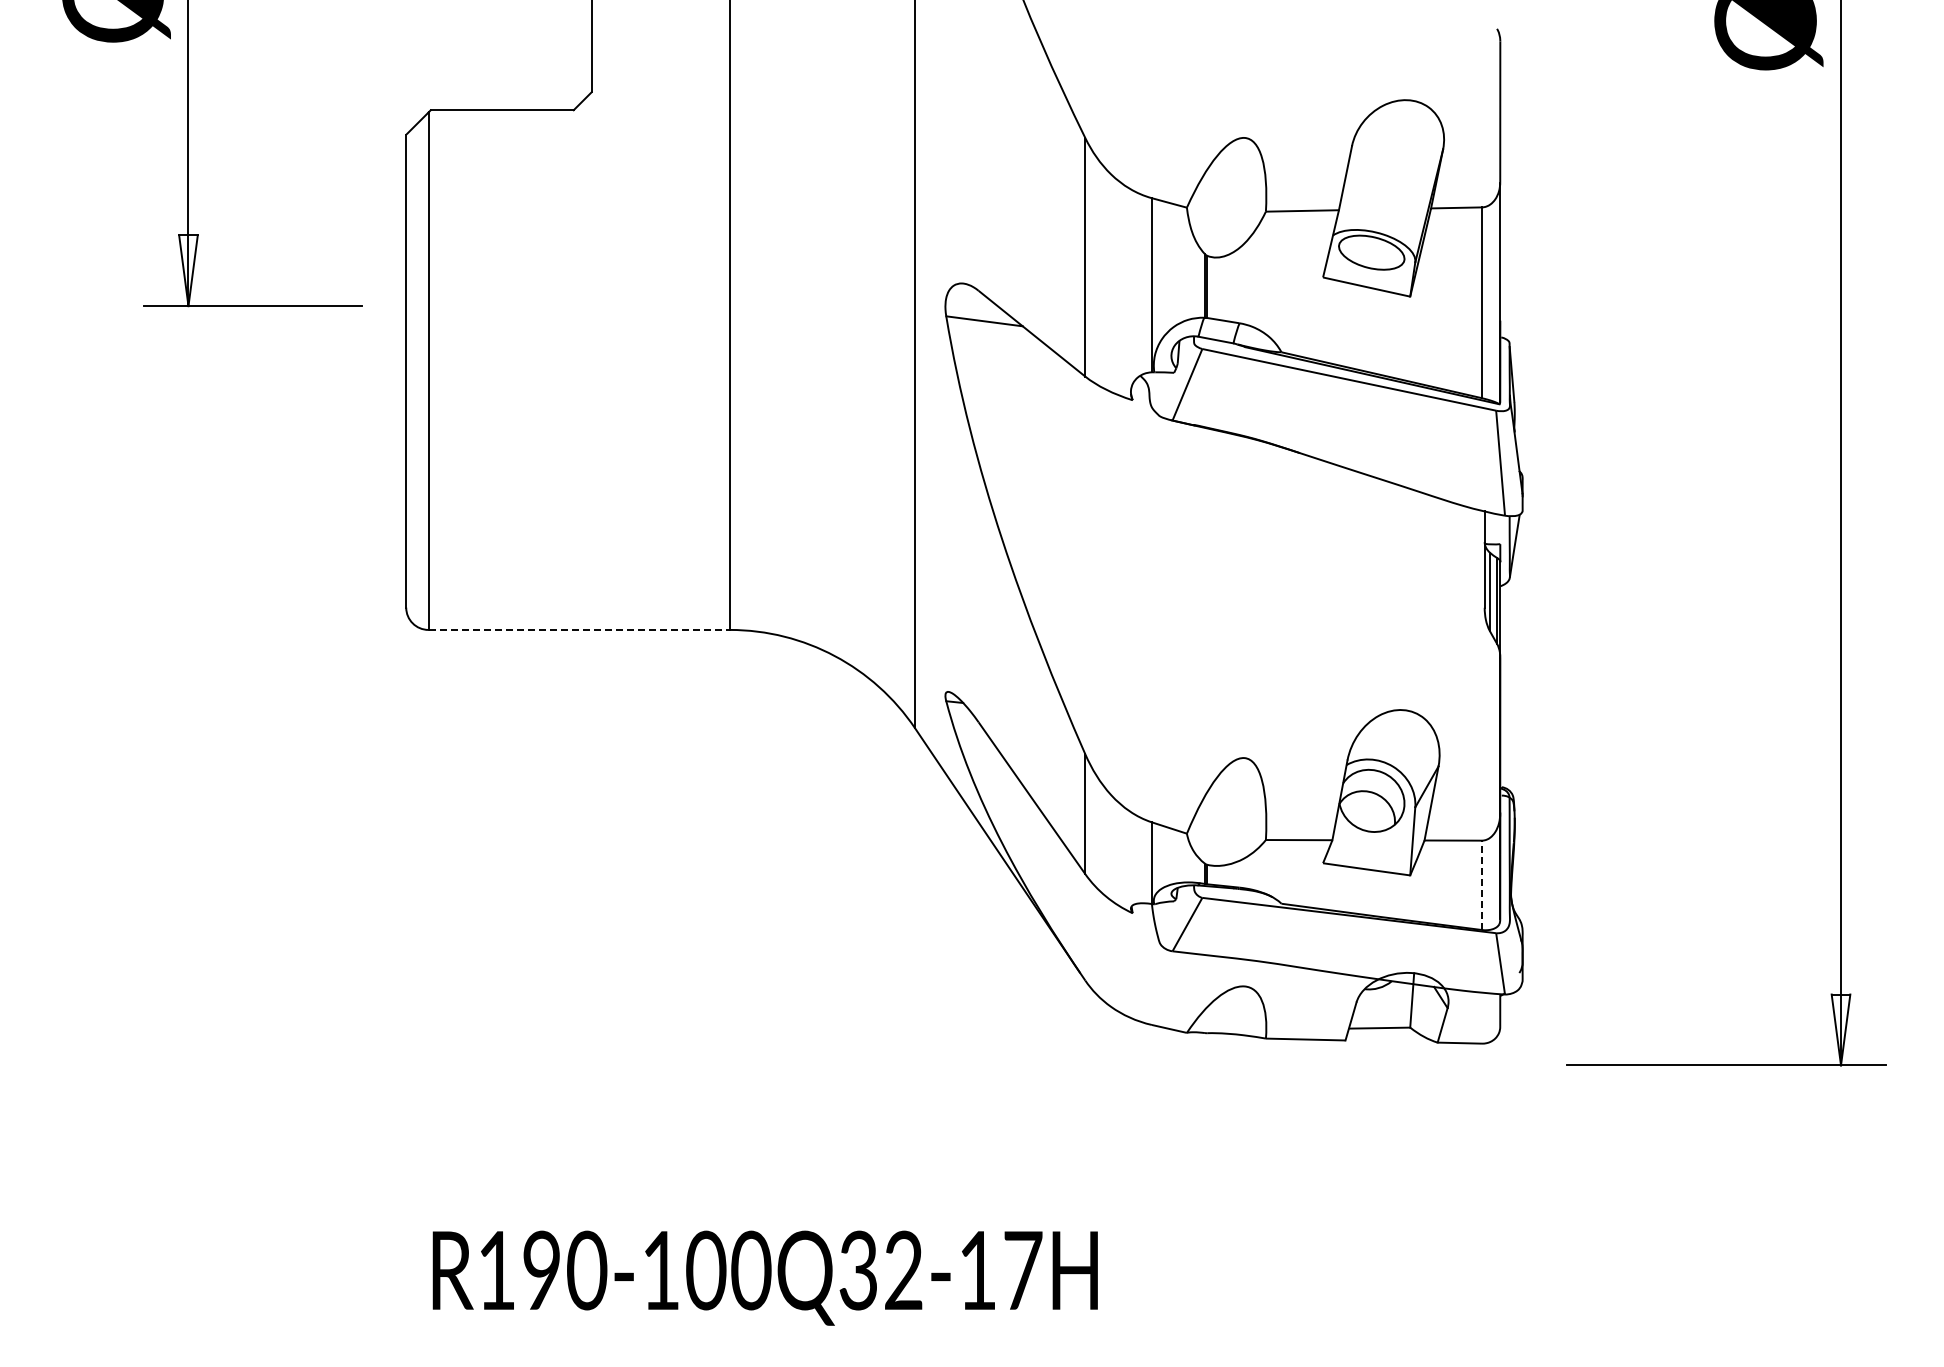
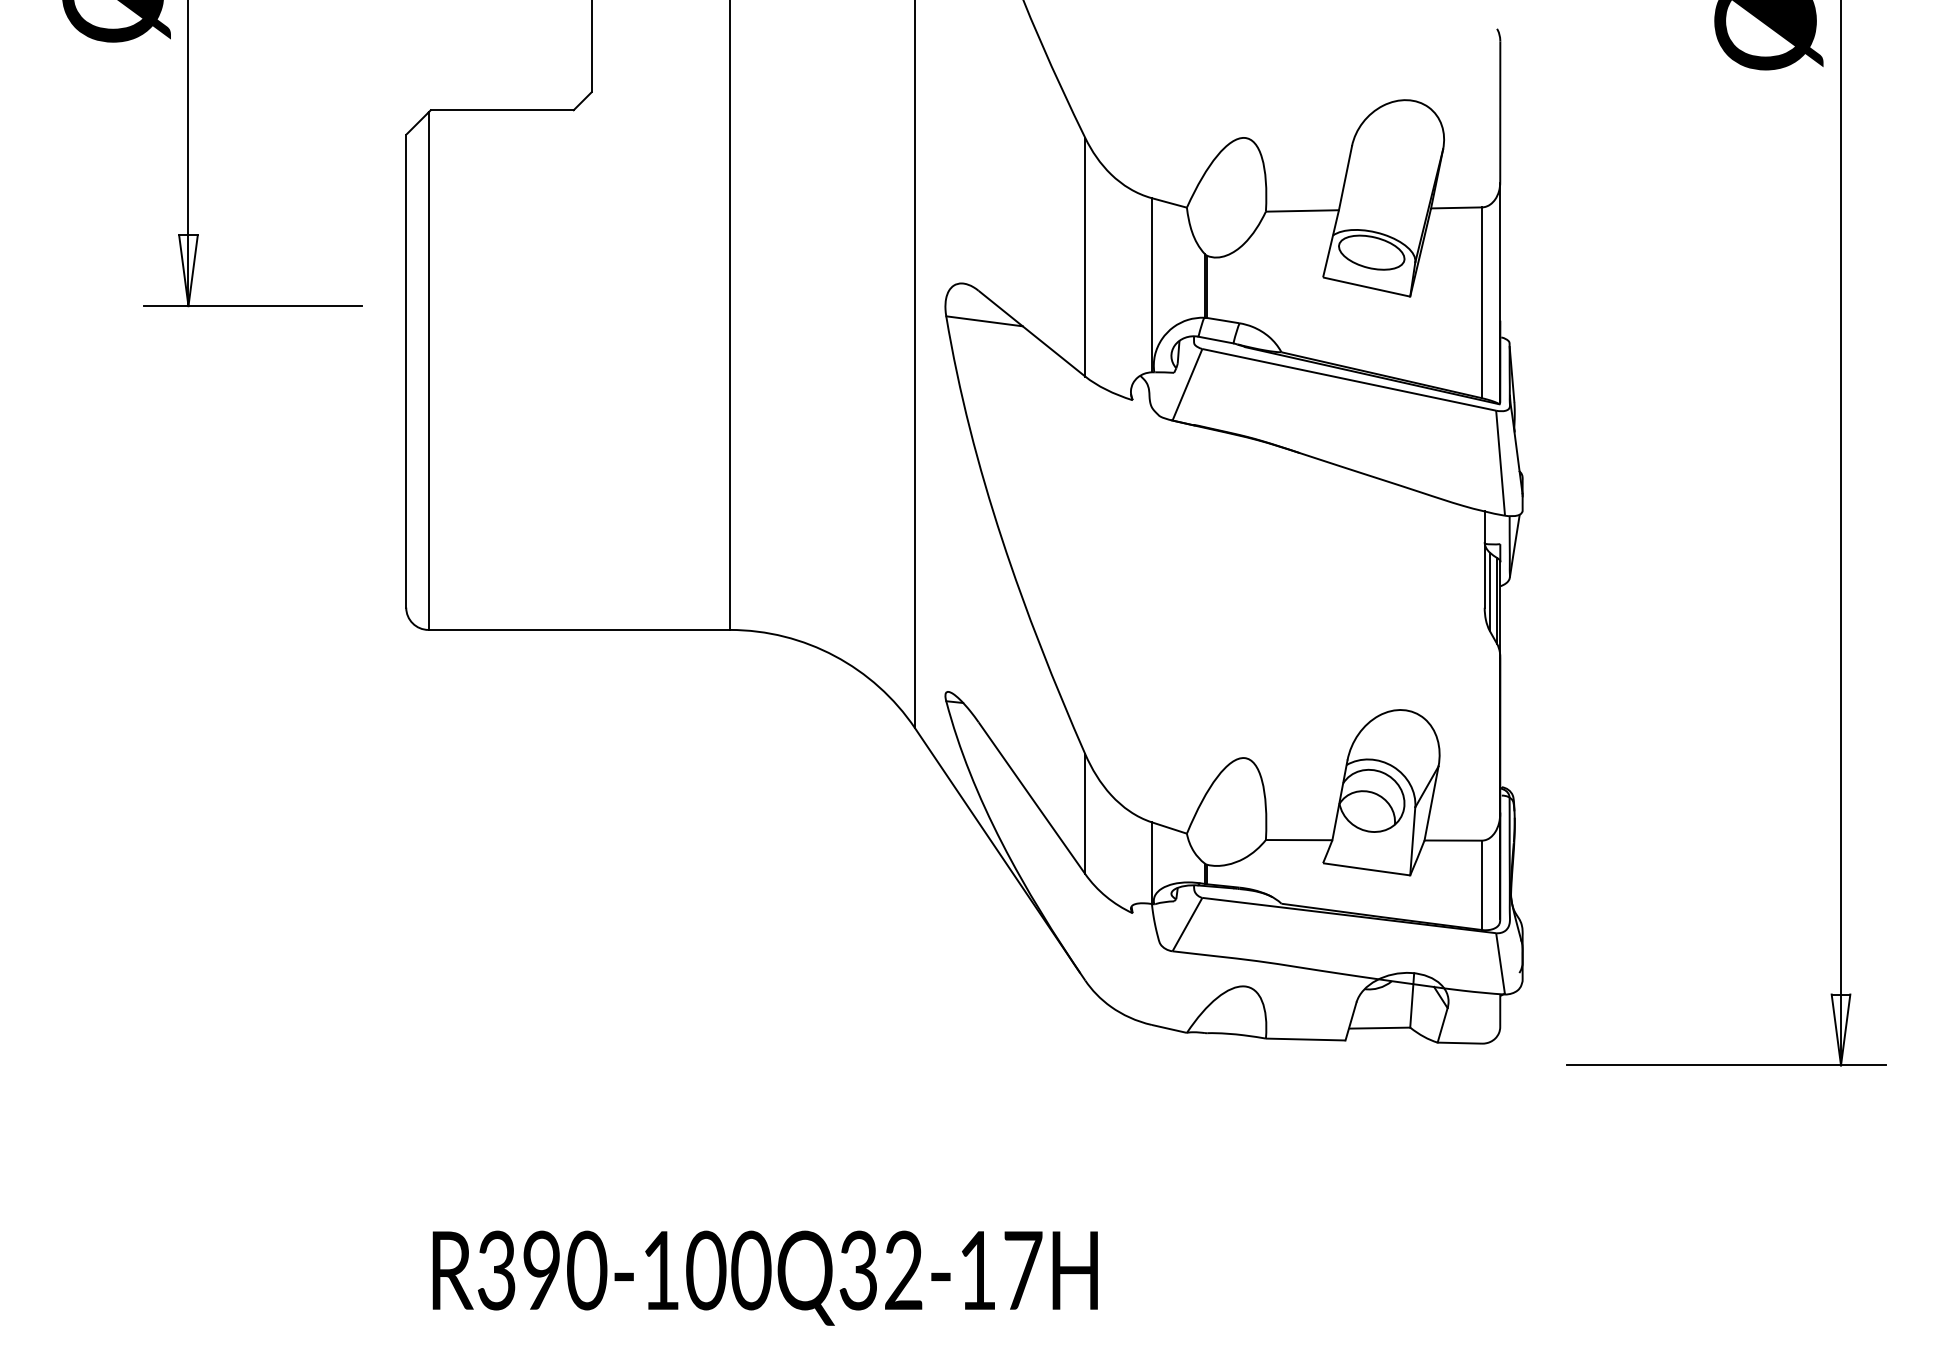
line at (579, 629): dashed -> solid
line at (1481, 885): dashed -> solid
text at (496, 1270): R190-100Q32-17H -> R390-100Q32-17H
